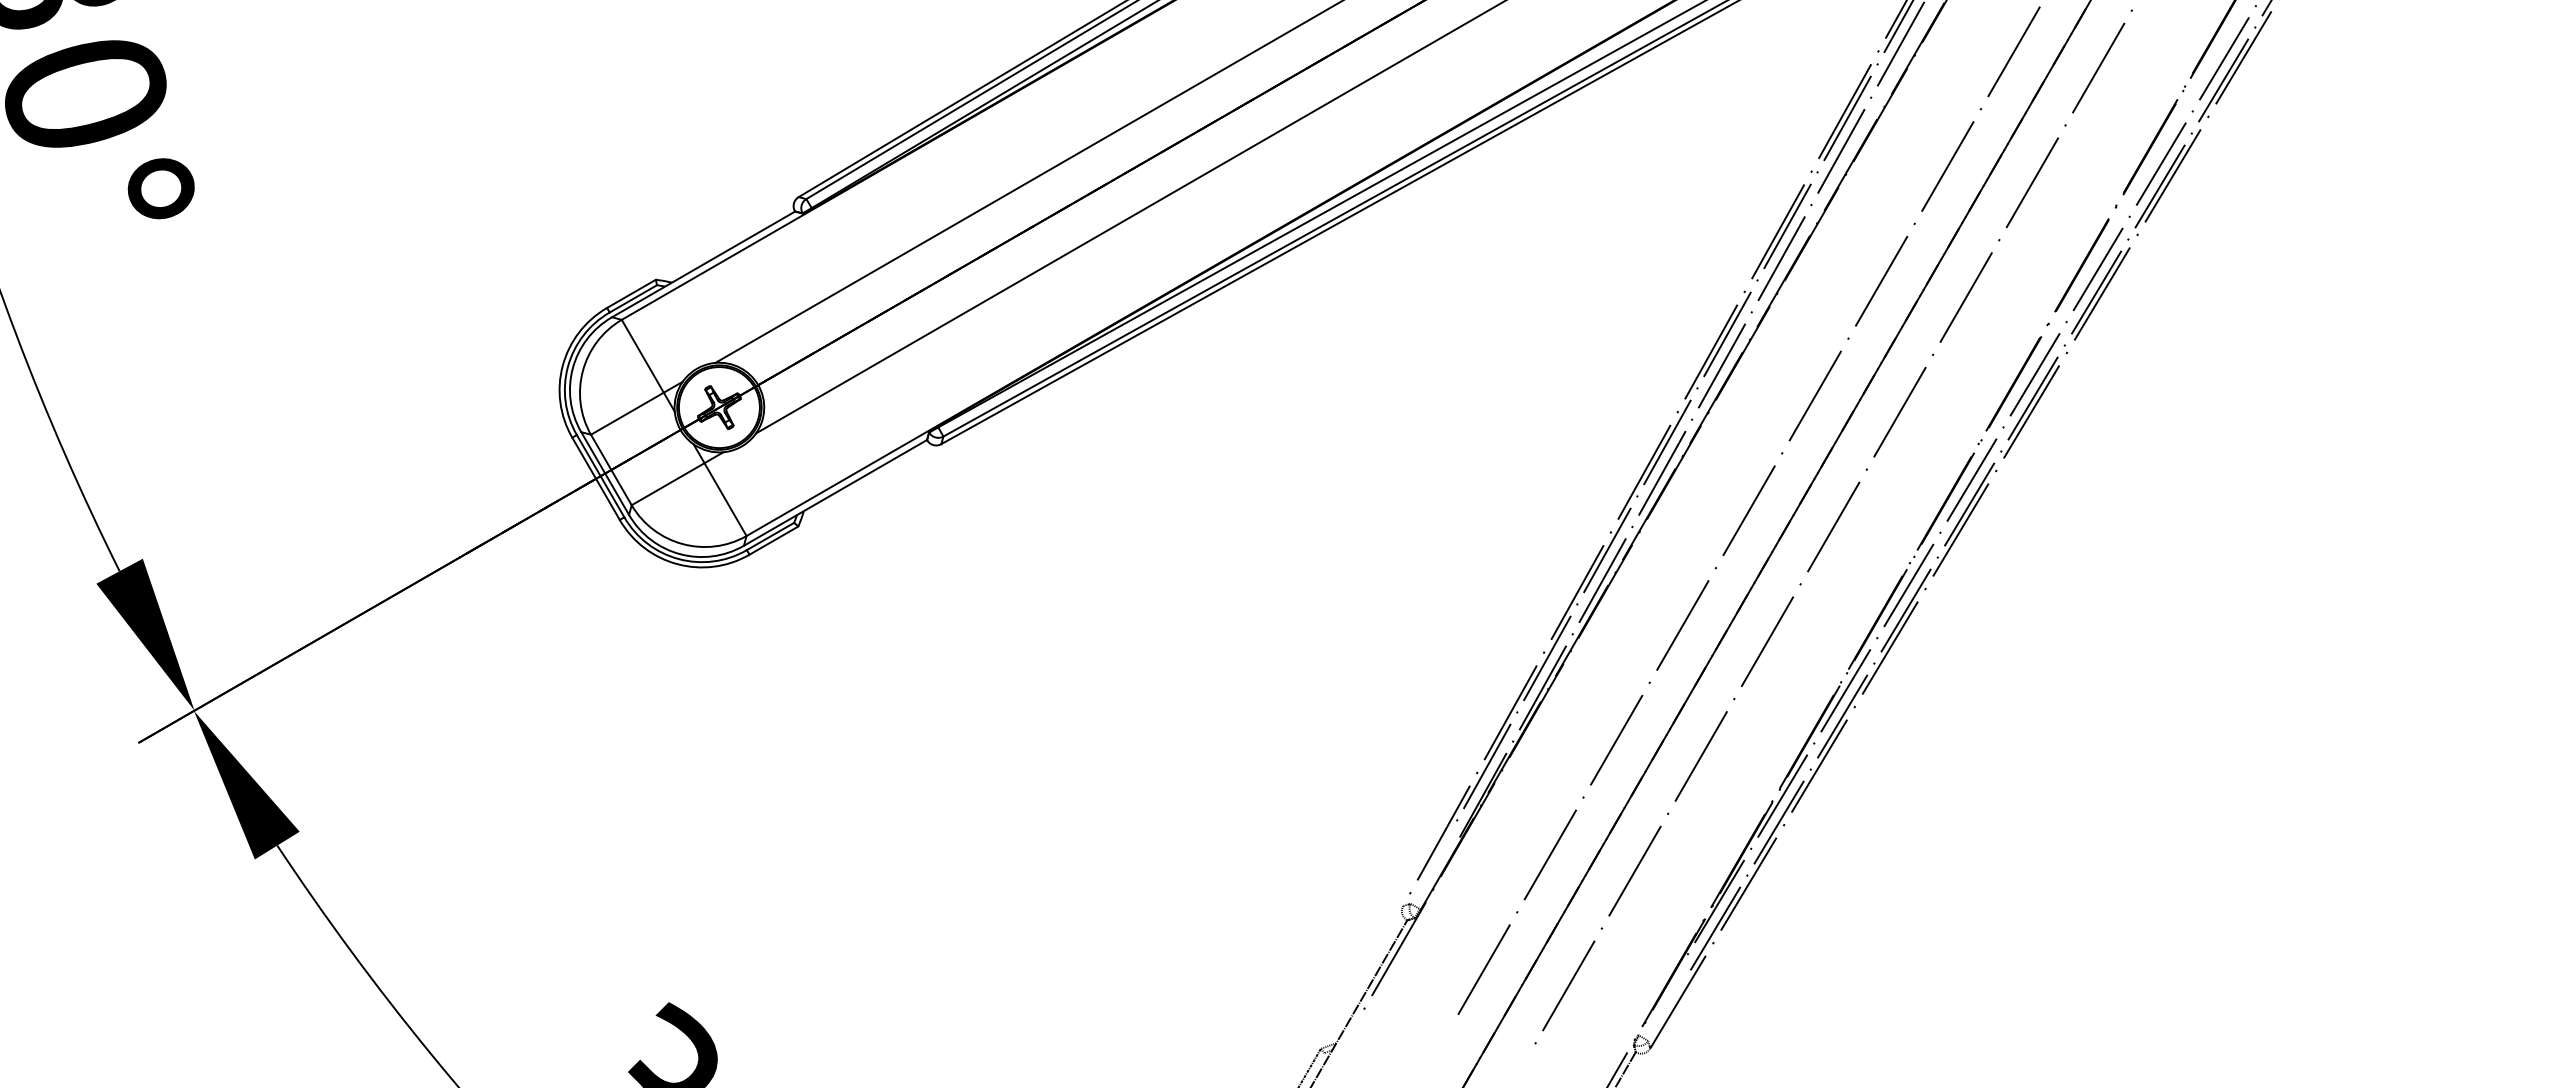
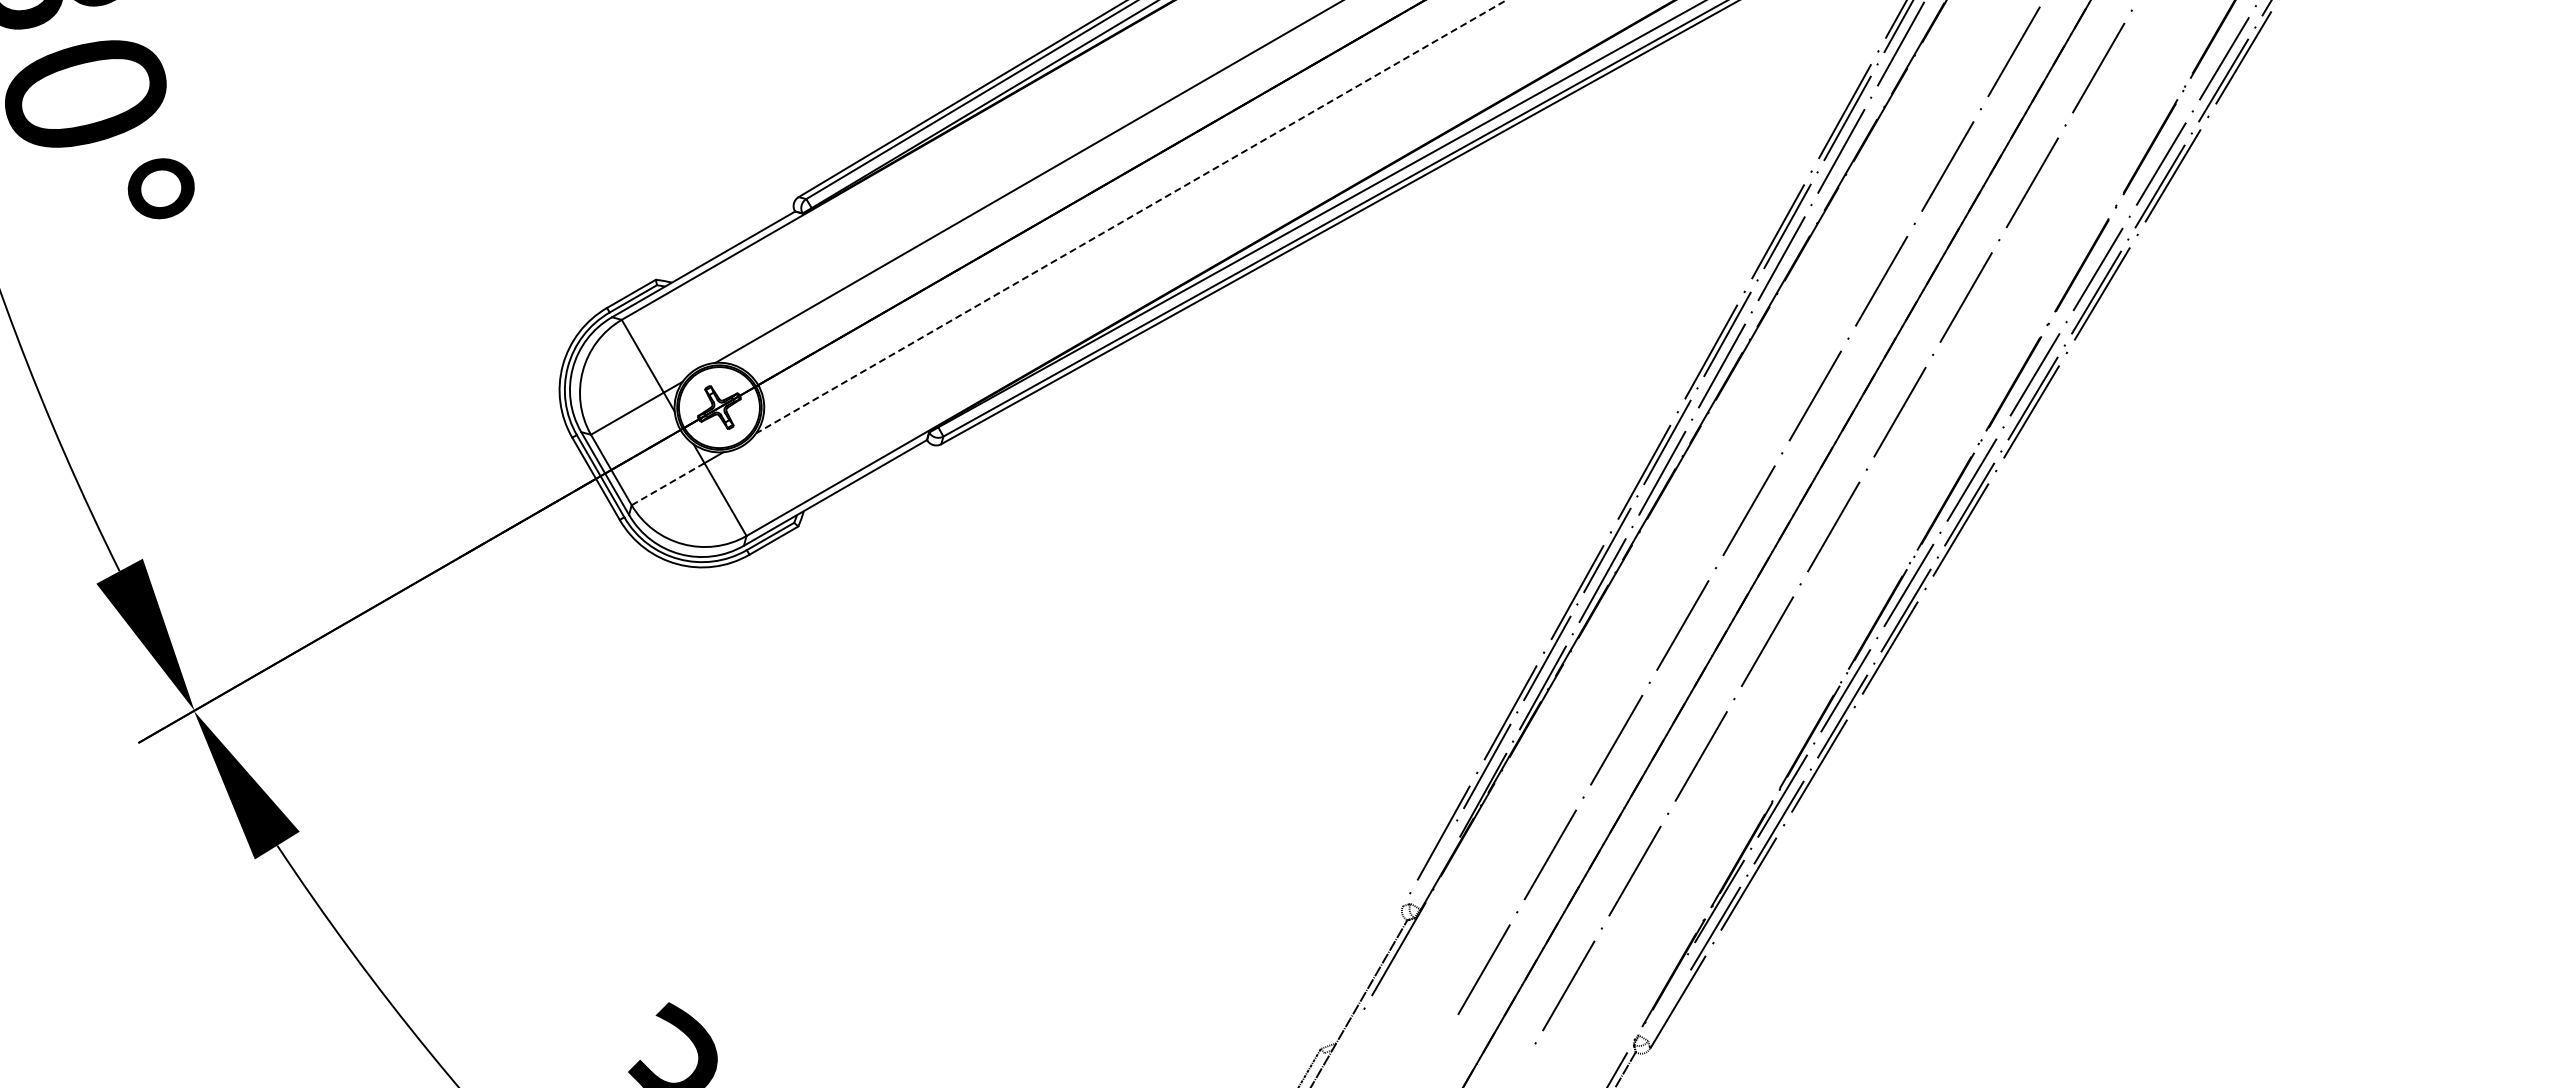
line at (1130, 217): solid -> dashed
line at (668, 483): solid -> dashed
